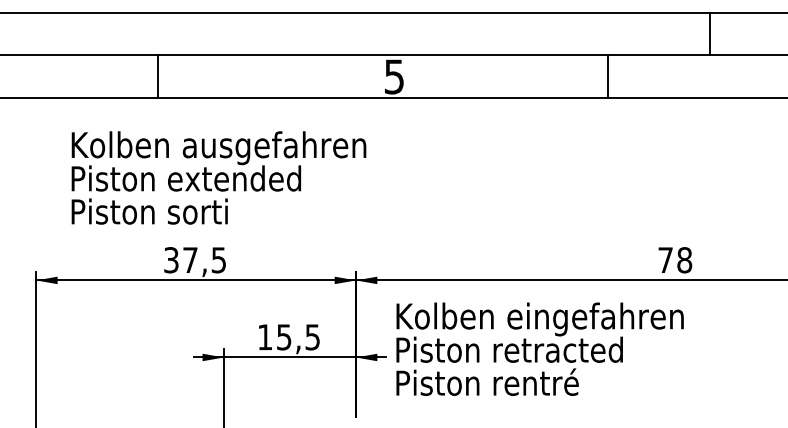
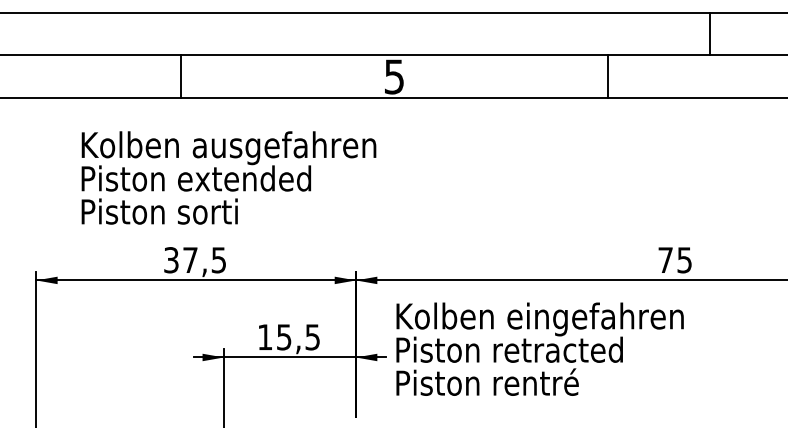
line at (158, 76) position: (158, 76) -> (181, 76)
text at (218, 177) position: (218, 177) -> (228, 177)
text at (684, 260): 78 -> 75
